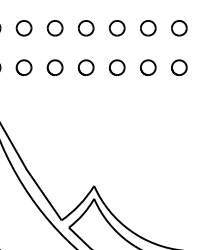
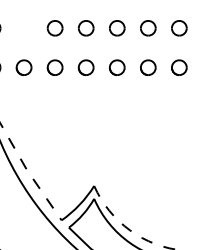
part at (23, 28): present -> none
line at (29, 173): solid -> dashed
arc at (128, 229): solid -> dashed
